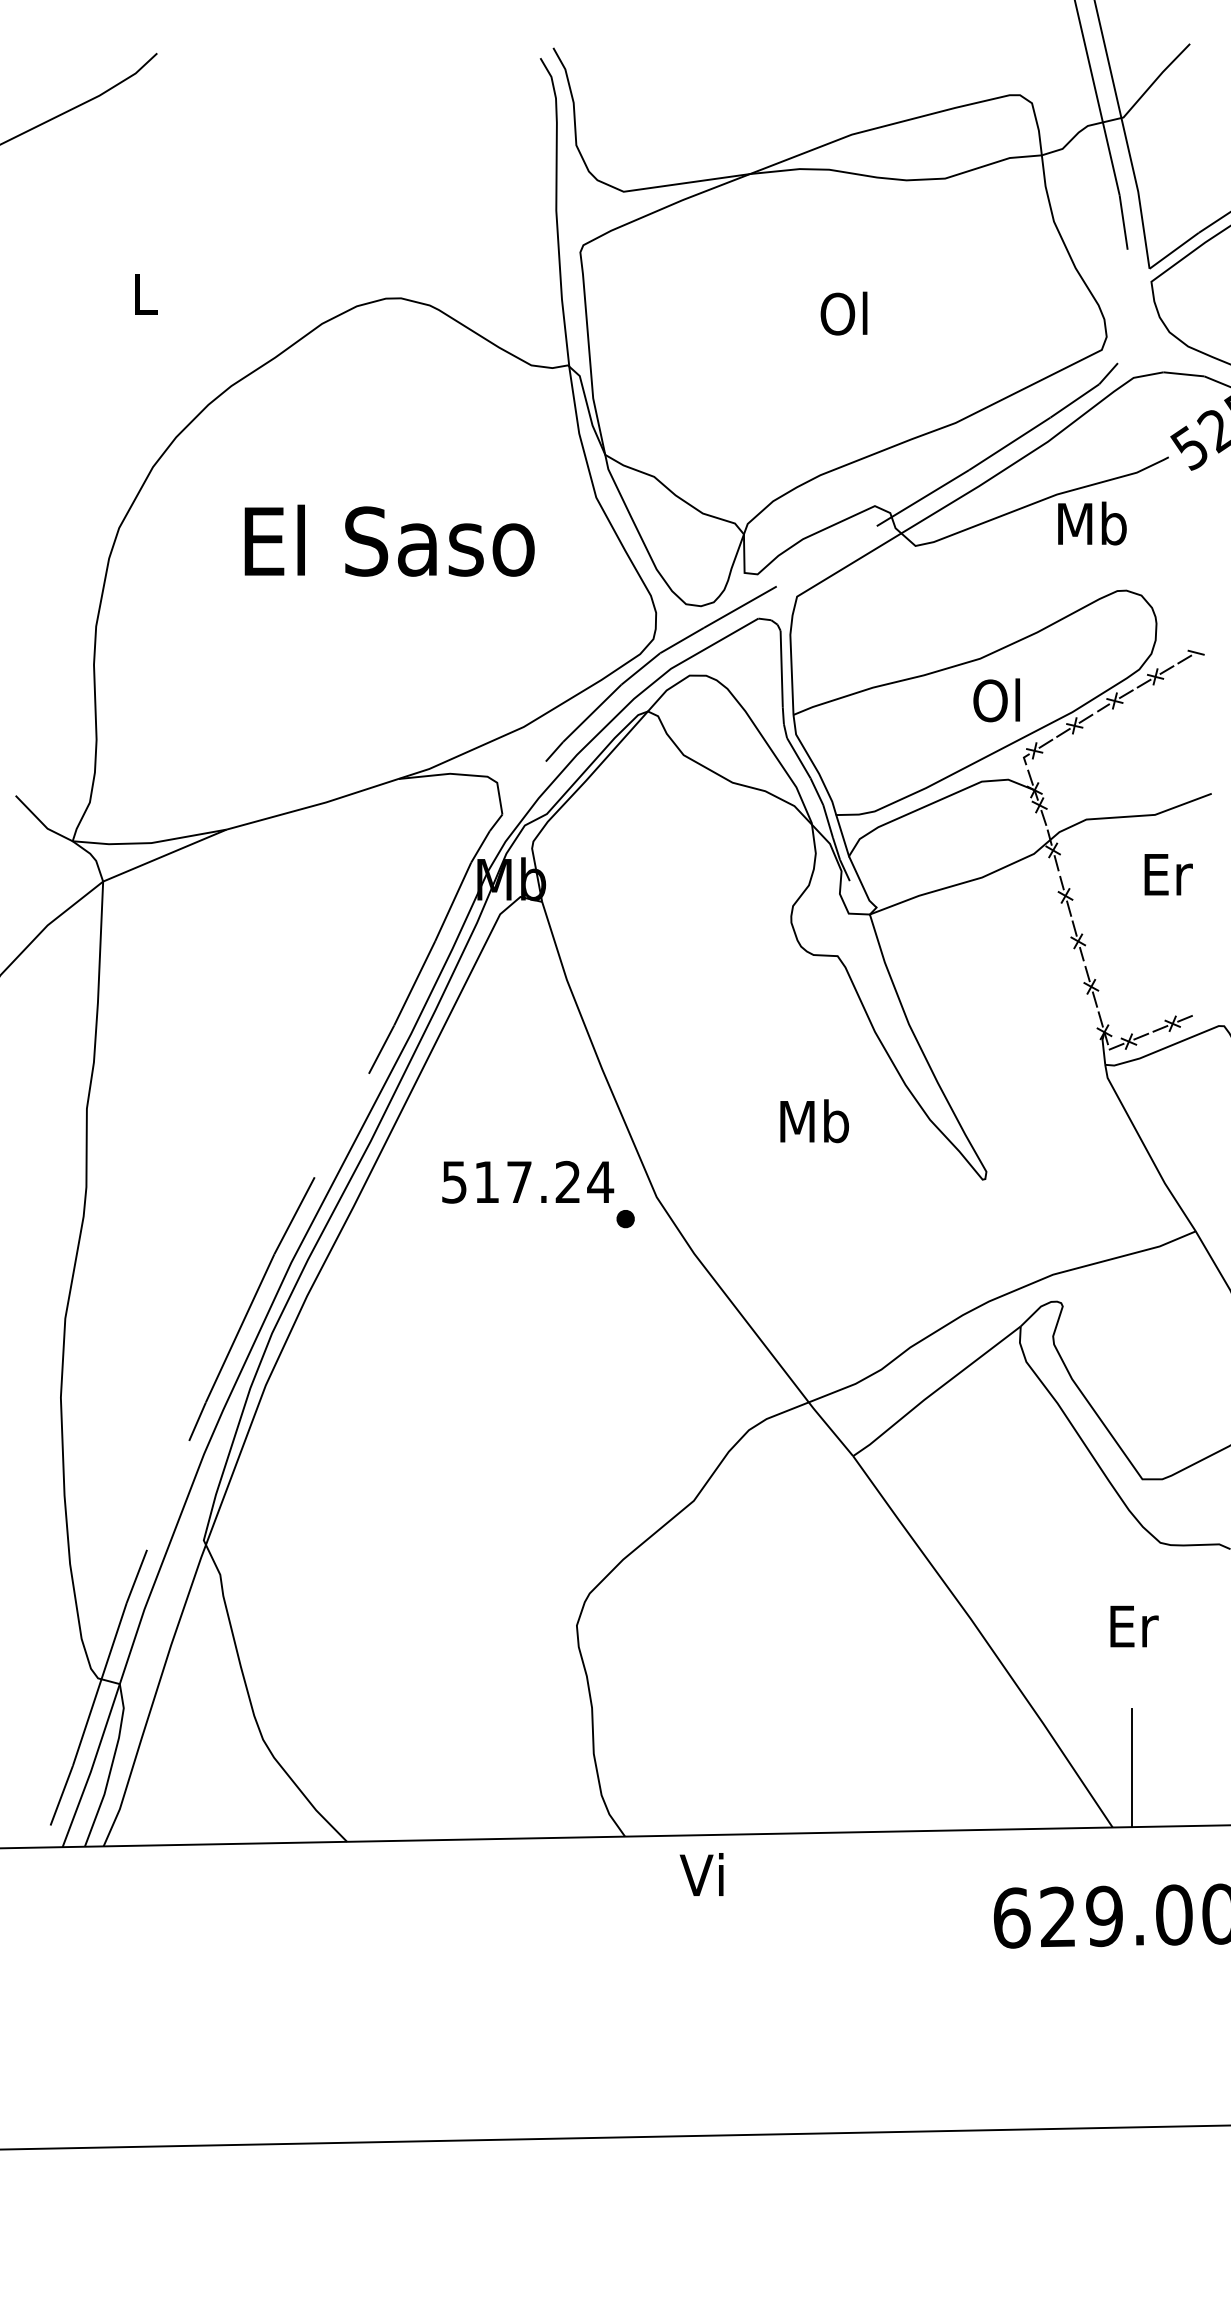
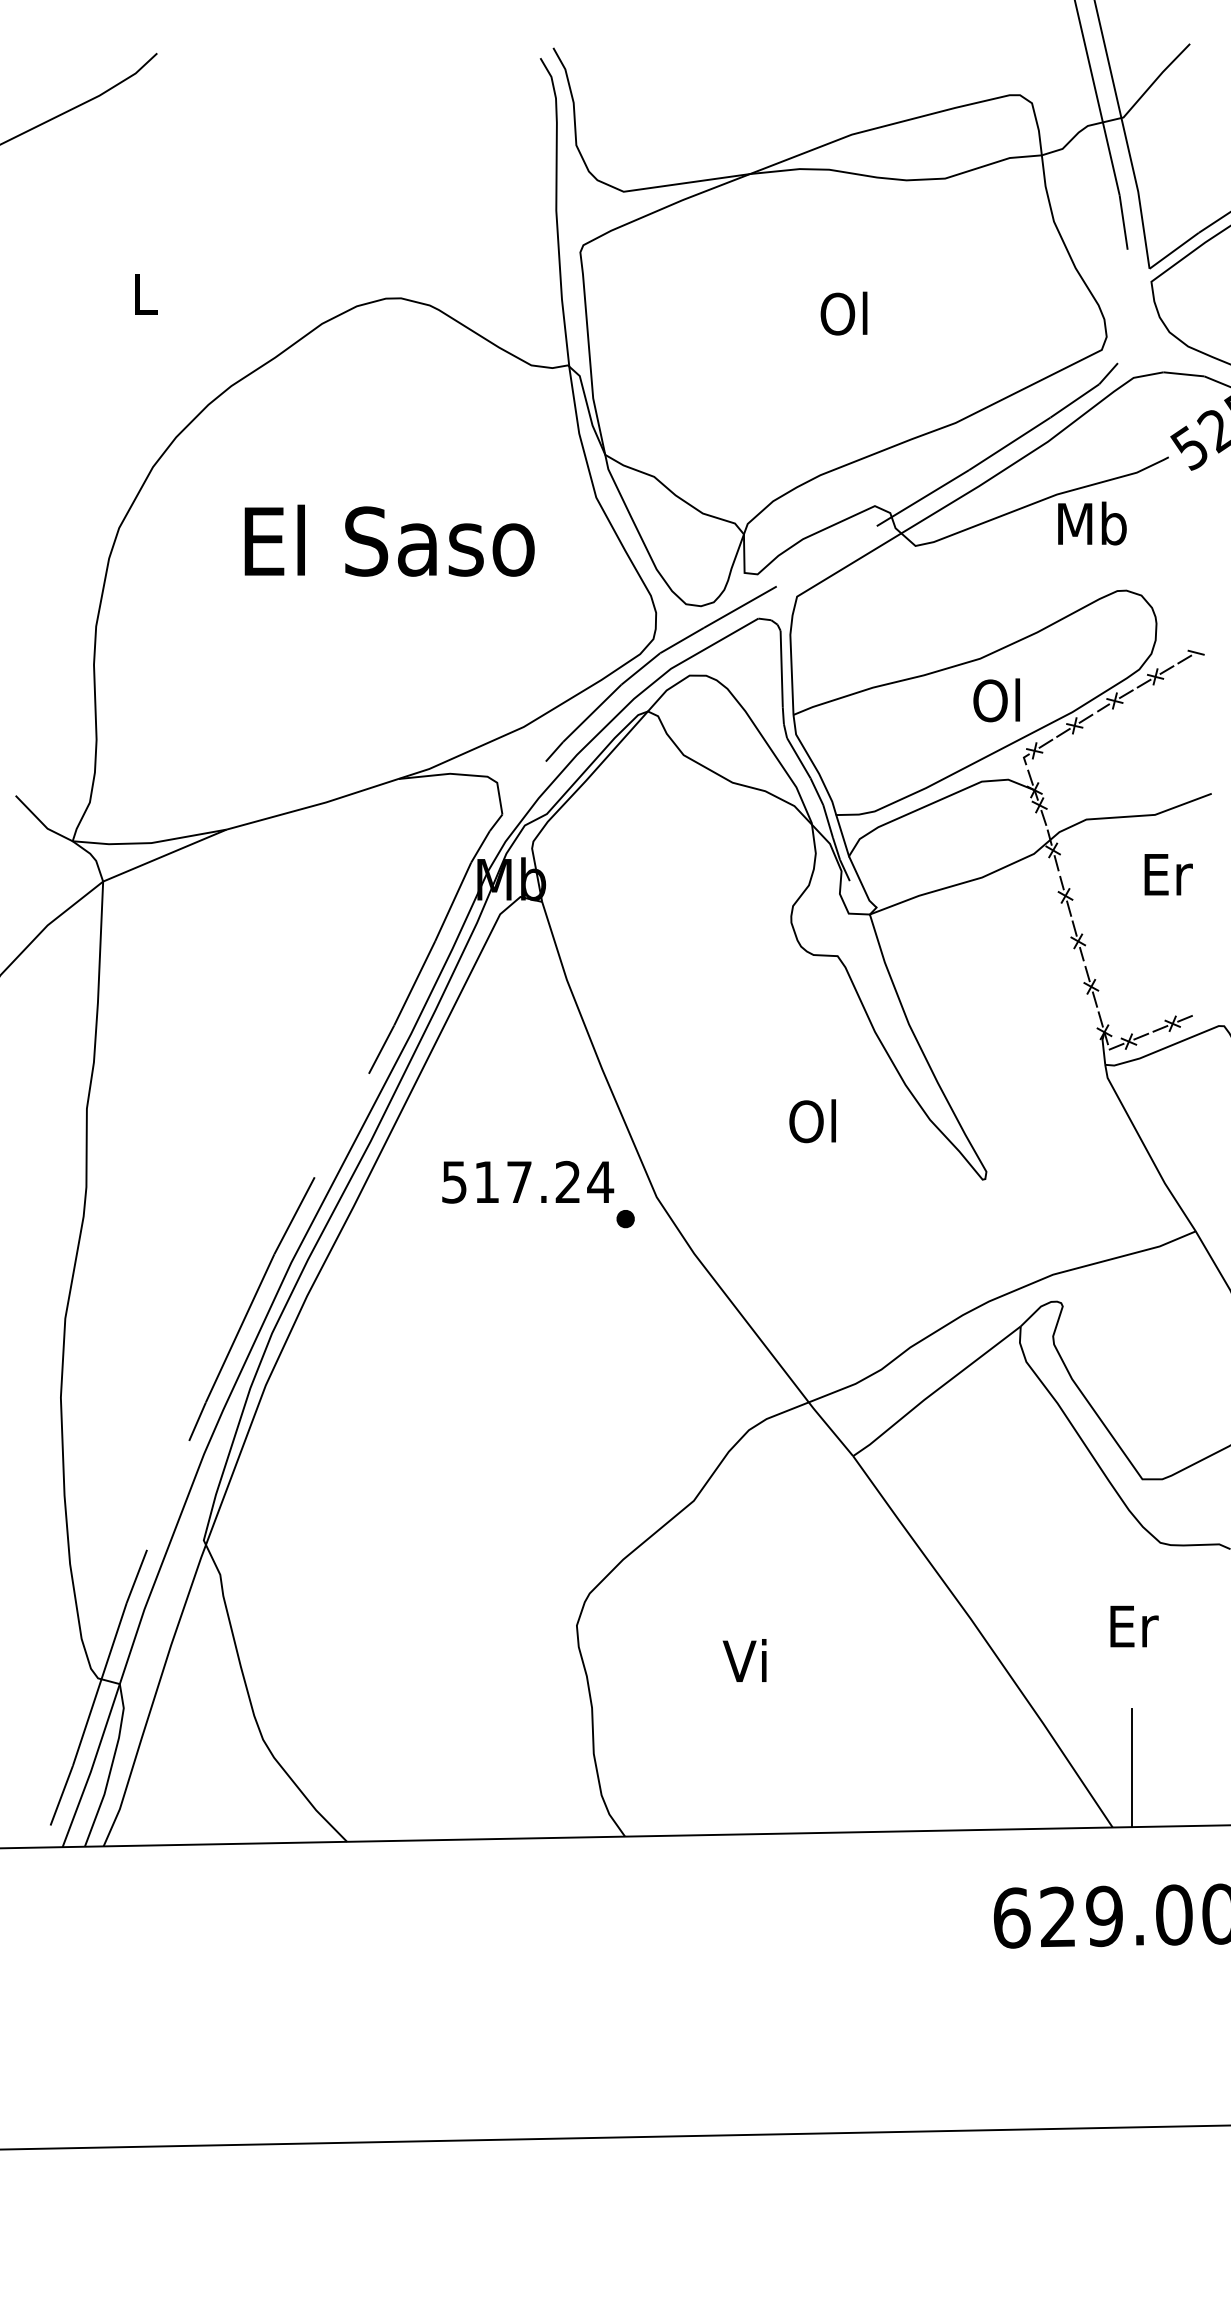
text at (814, 1121): Mb -> Ol
text at (701, 1874) position: (701, 1874) -> (744, 1660)
